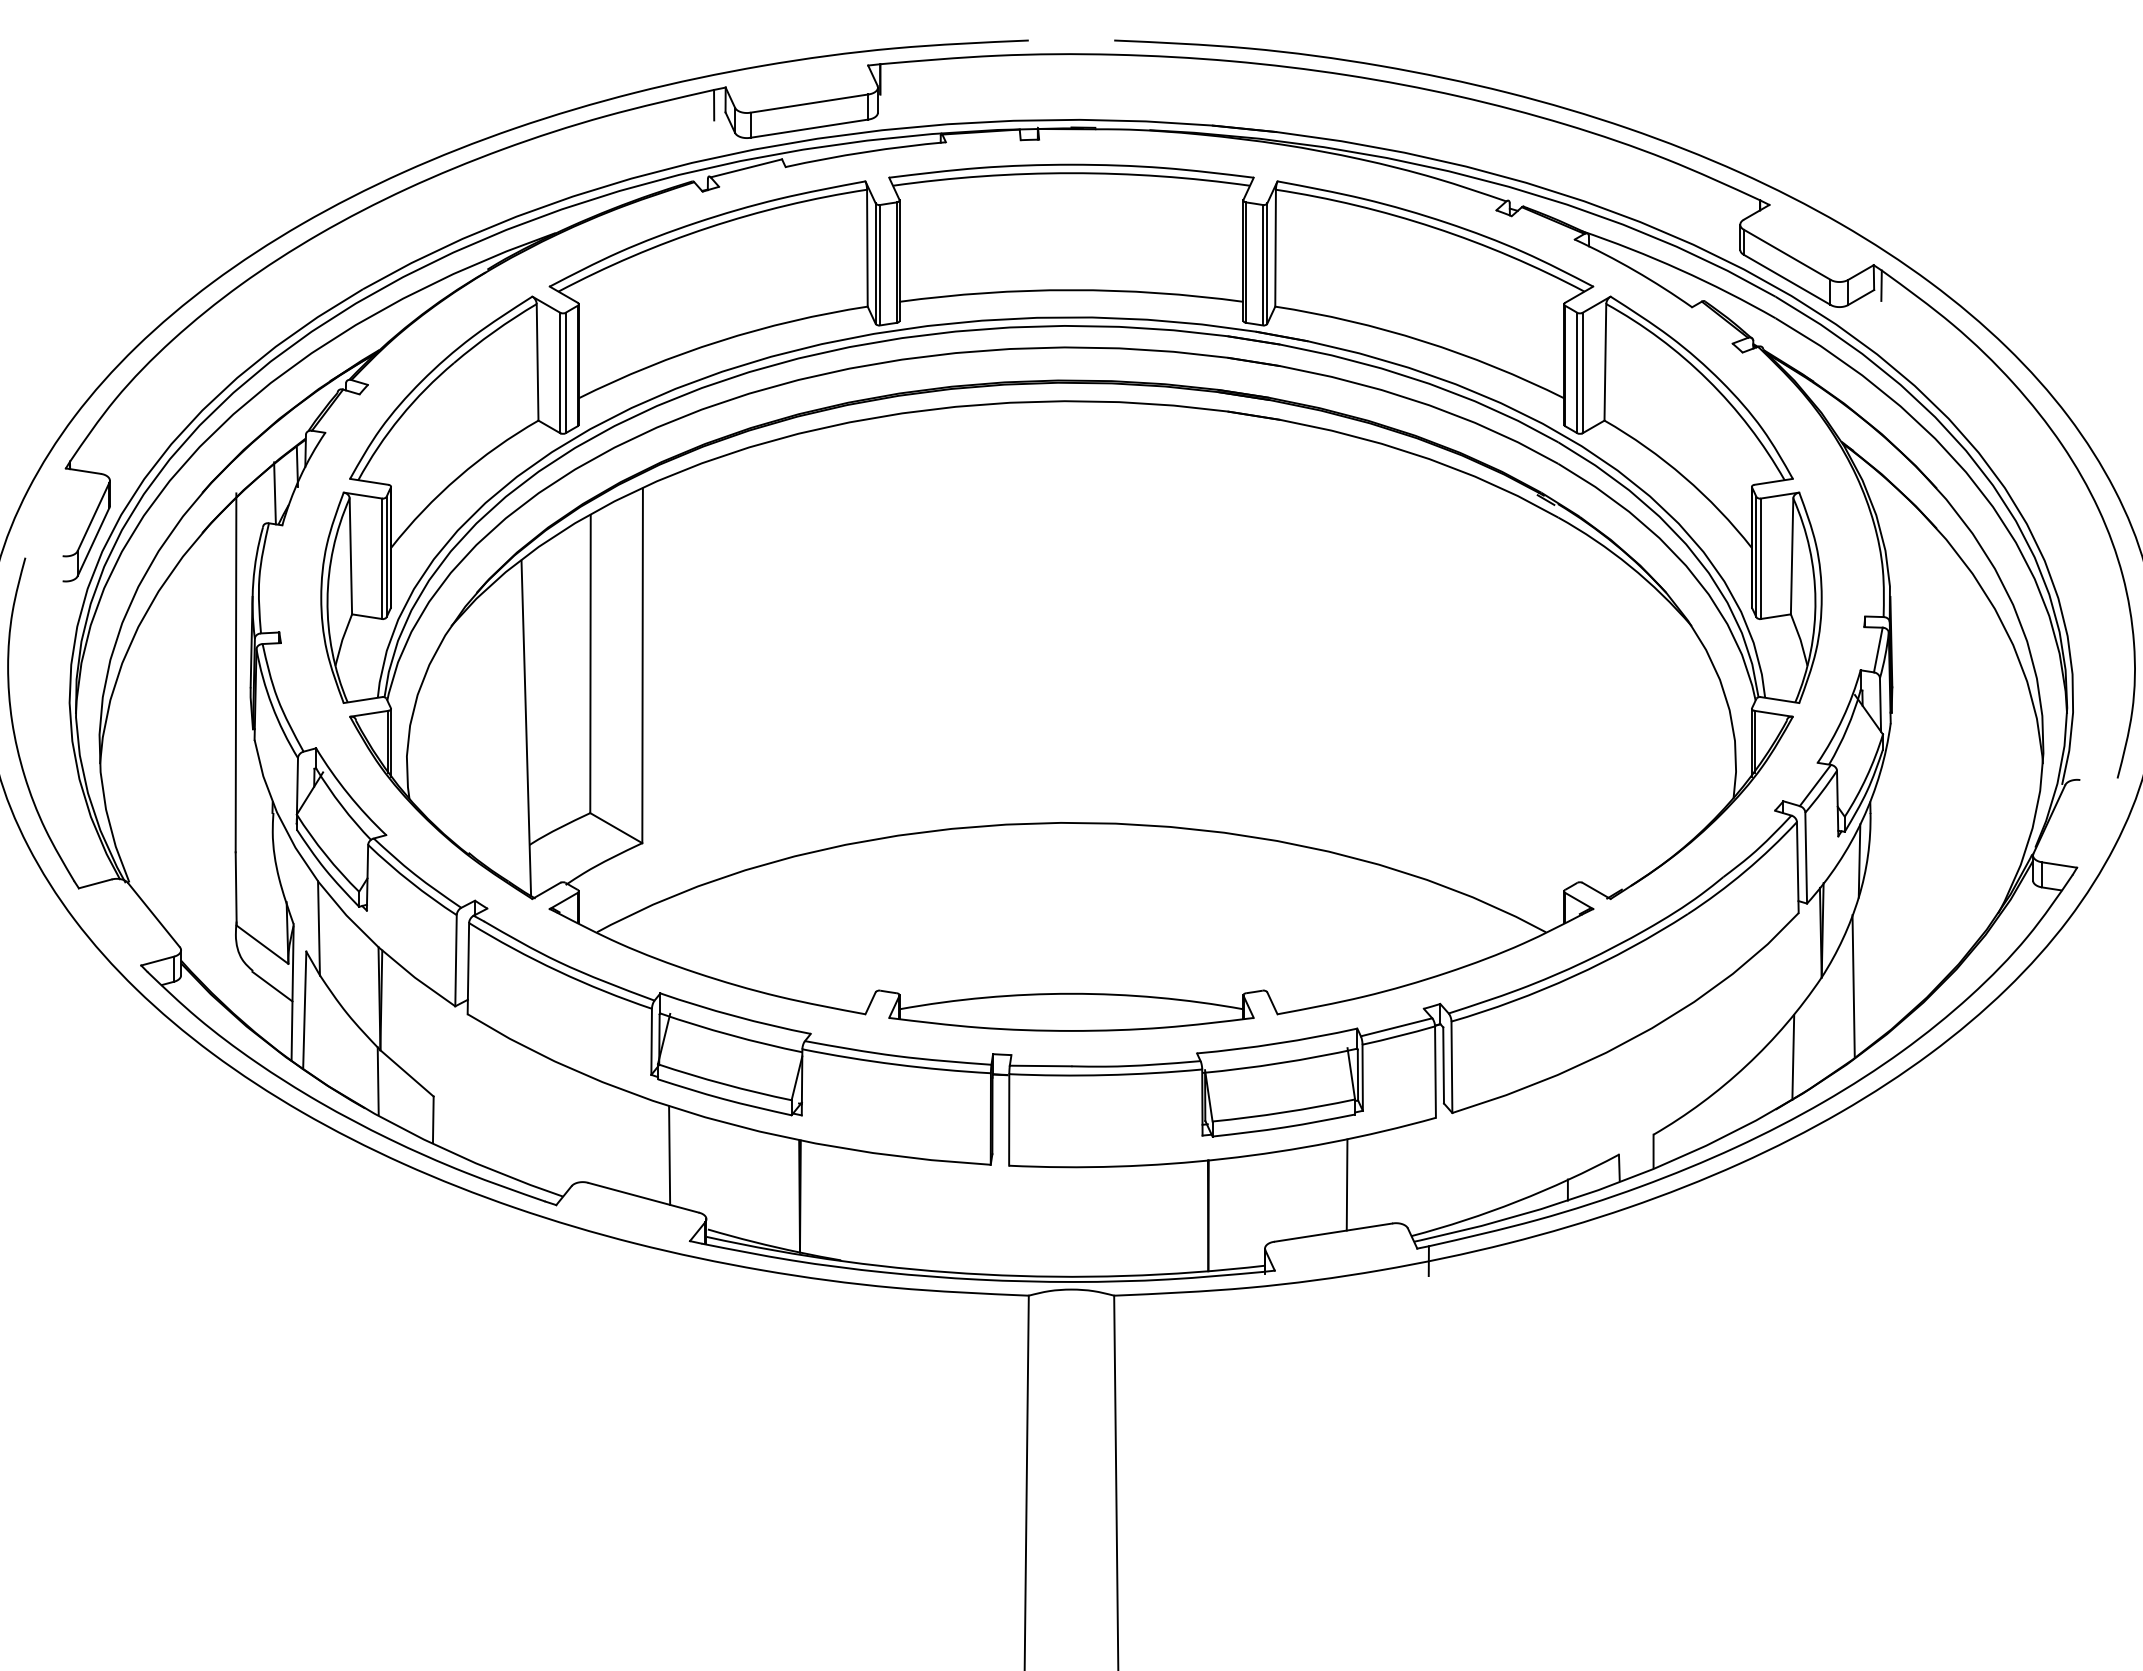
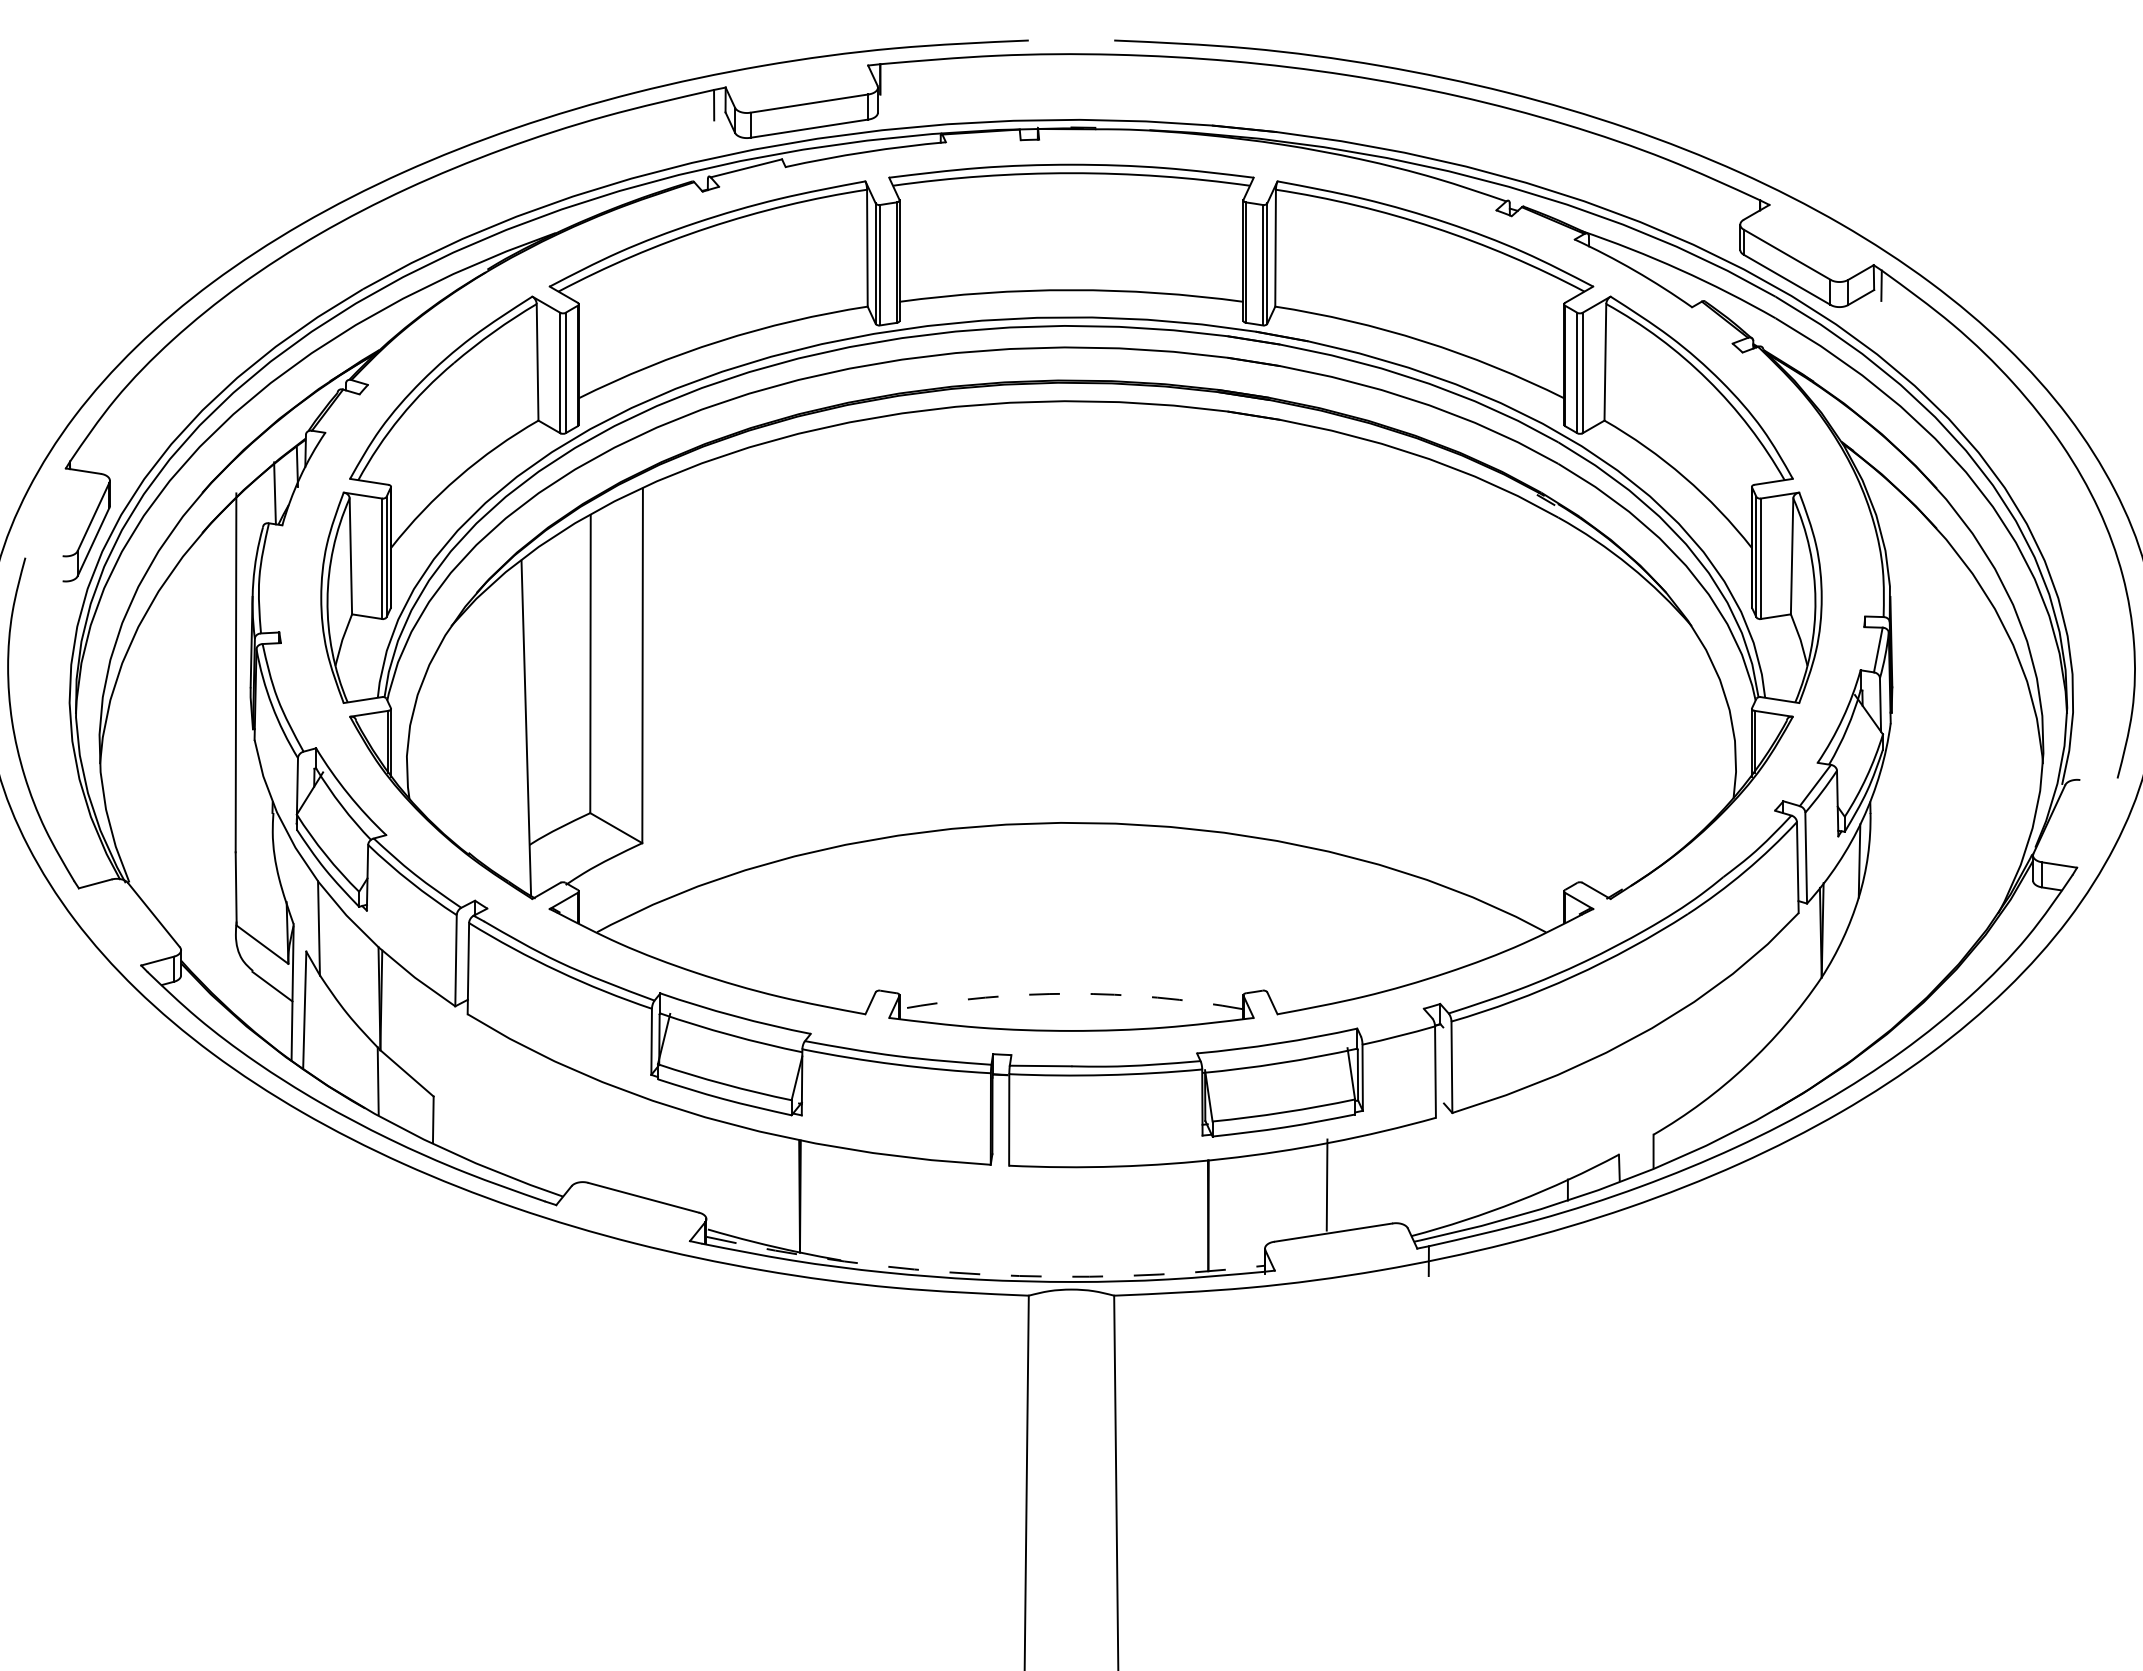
line at (1853, 985): present -> none
arc at (1071, 993): solid -> dashed
line at (1396, 1027): present -> none
line at (1793, 1057): present -> none
line at (1443, 1065): present -> none
line at (669, 1155): present -> none
line at (1346, 1184) position: (1346, 1184) -> (1326, 1184)
arc at (984, 1274): solid -> dashed
